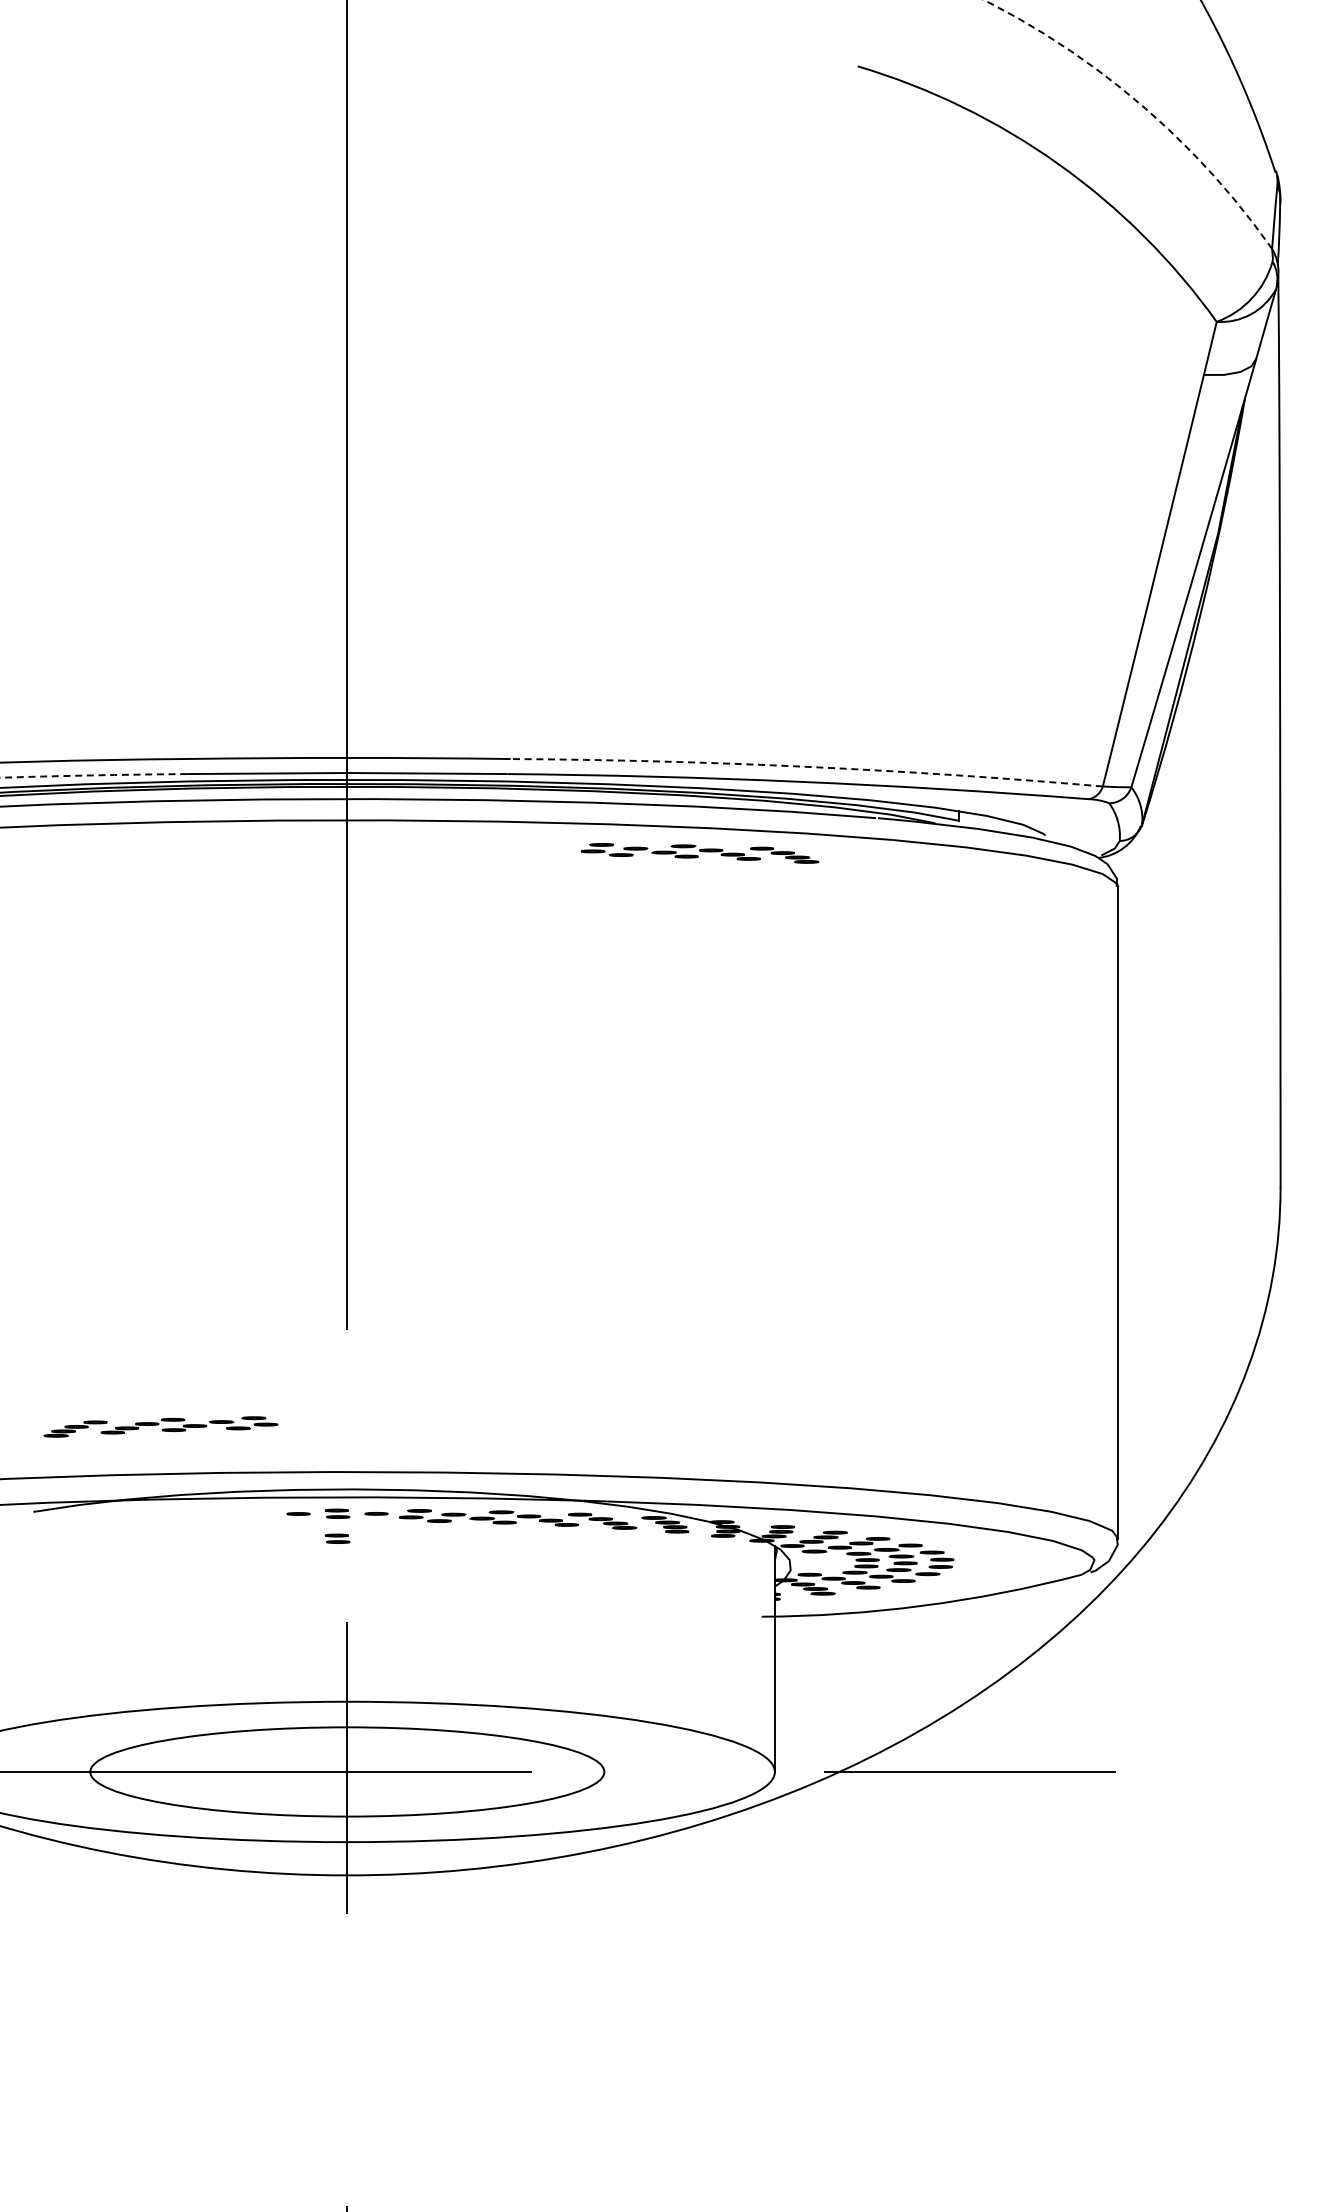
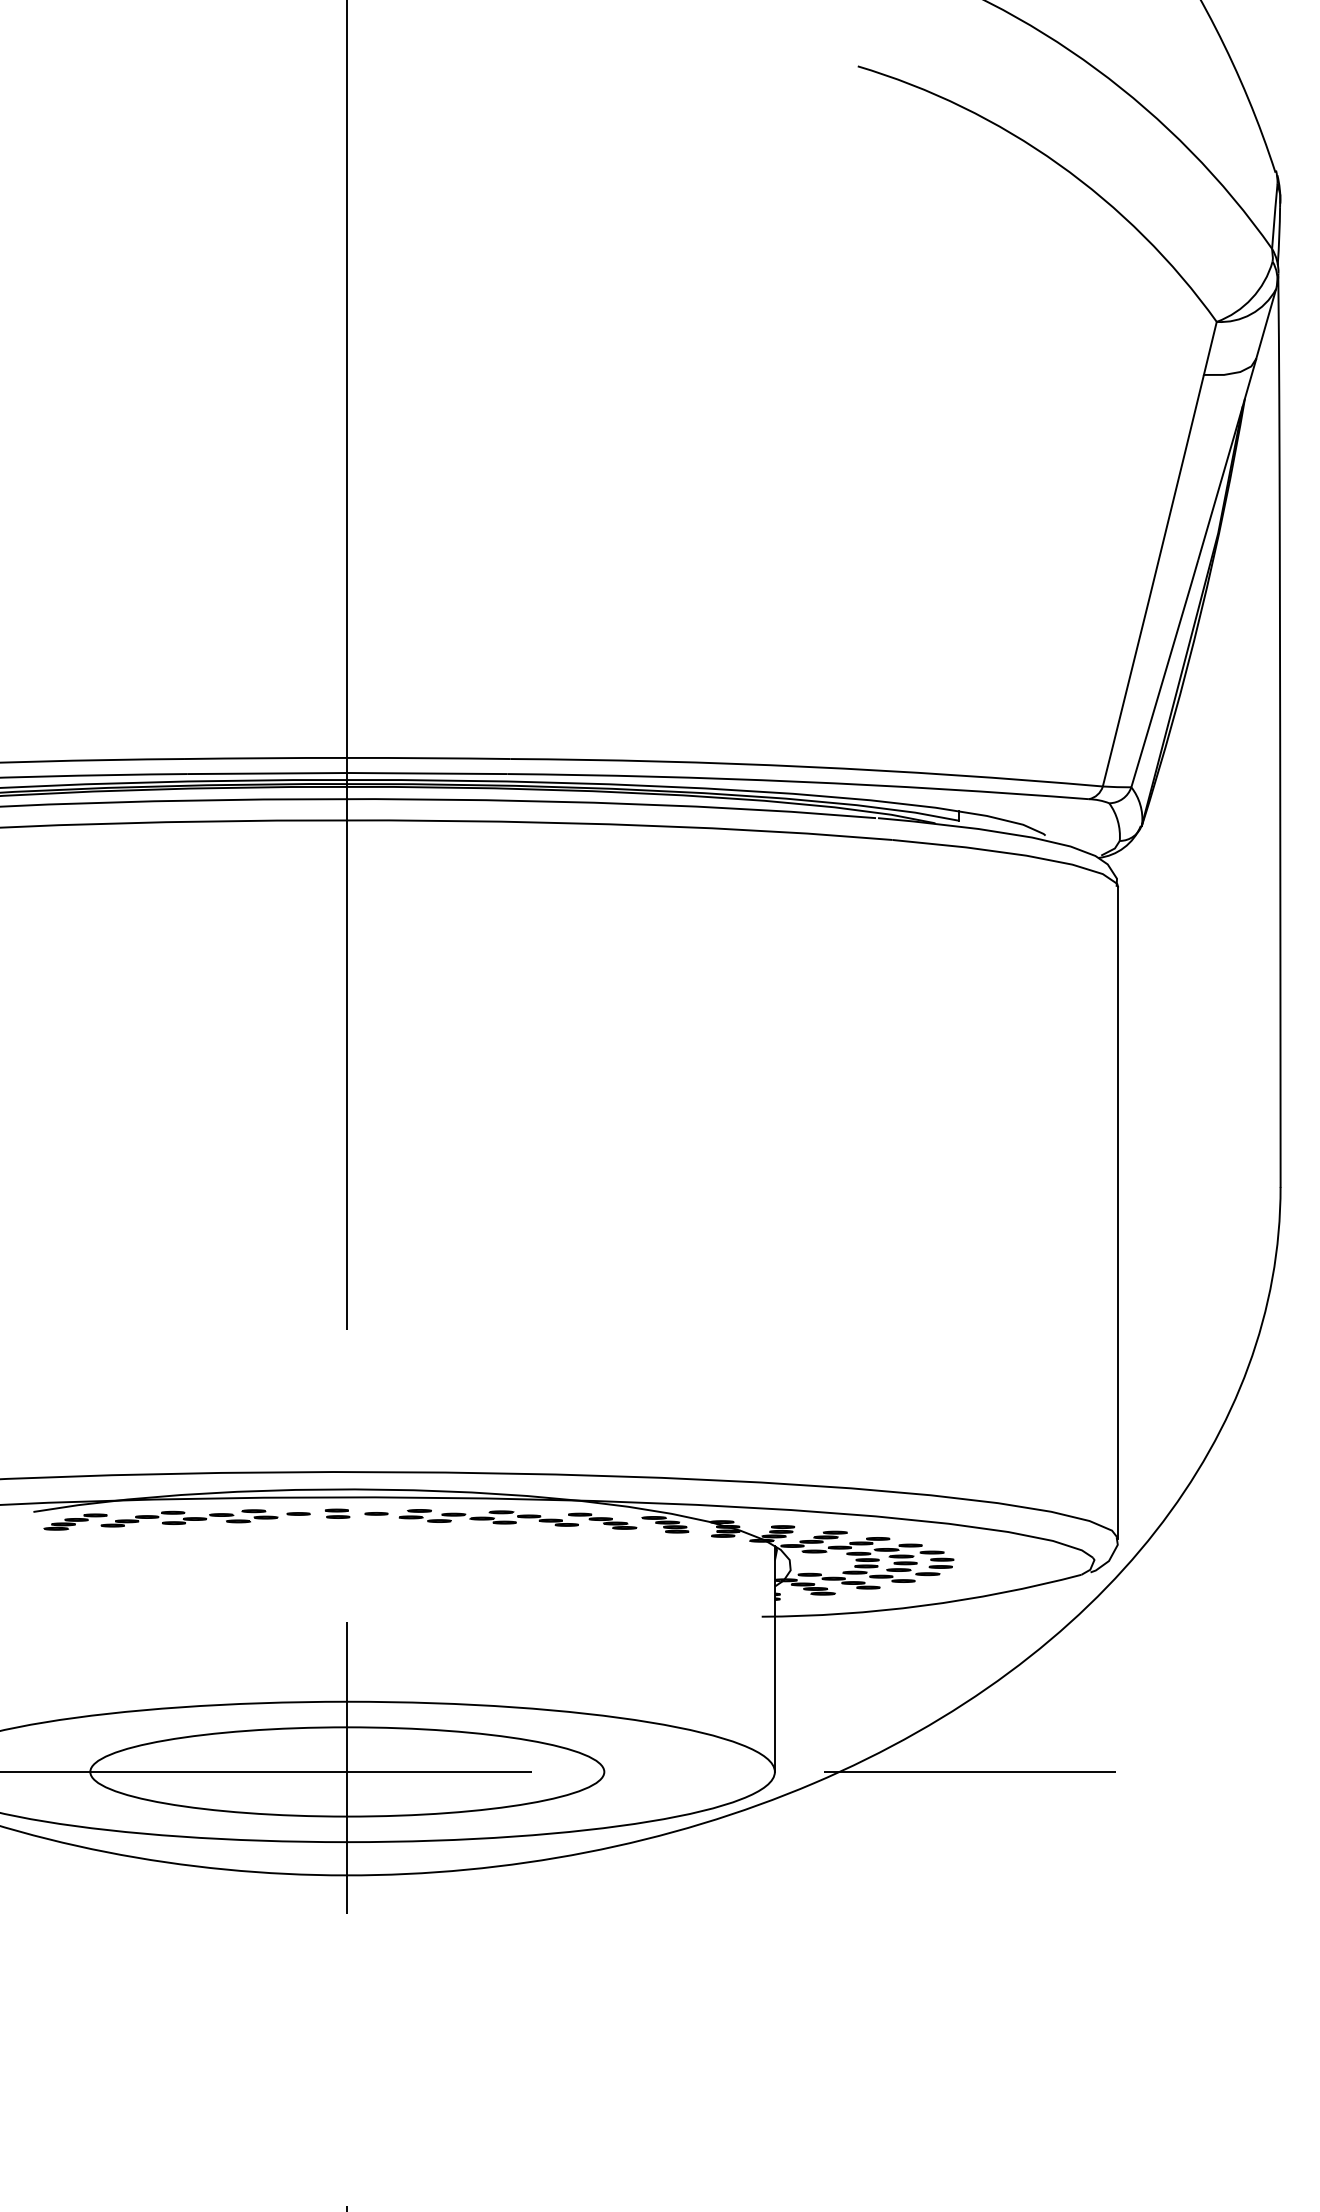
arc at (1142, 106): dashed -> solid
arc at (807, 766): dashed -> solid
arc at (93, 775): dashed -> solid
part at (699, 853): present -> none
part at (160, 1426) position: (160, 1426) -> (160, 1519)
part at (337, 1538): present -> none
